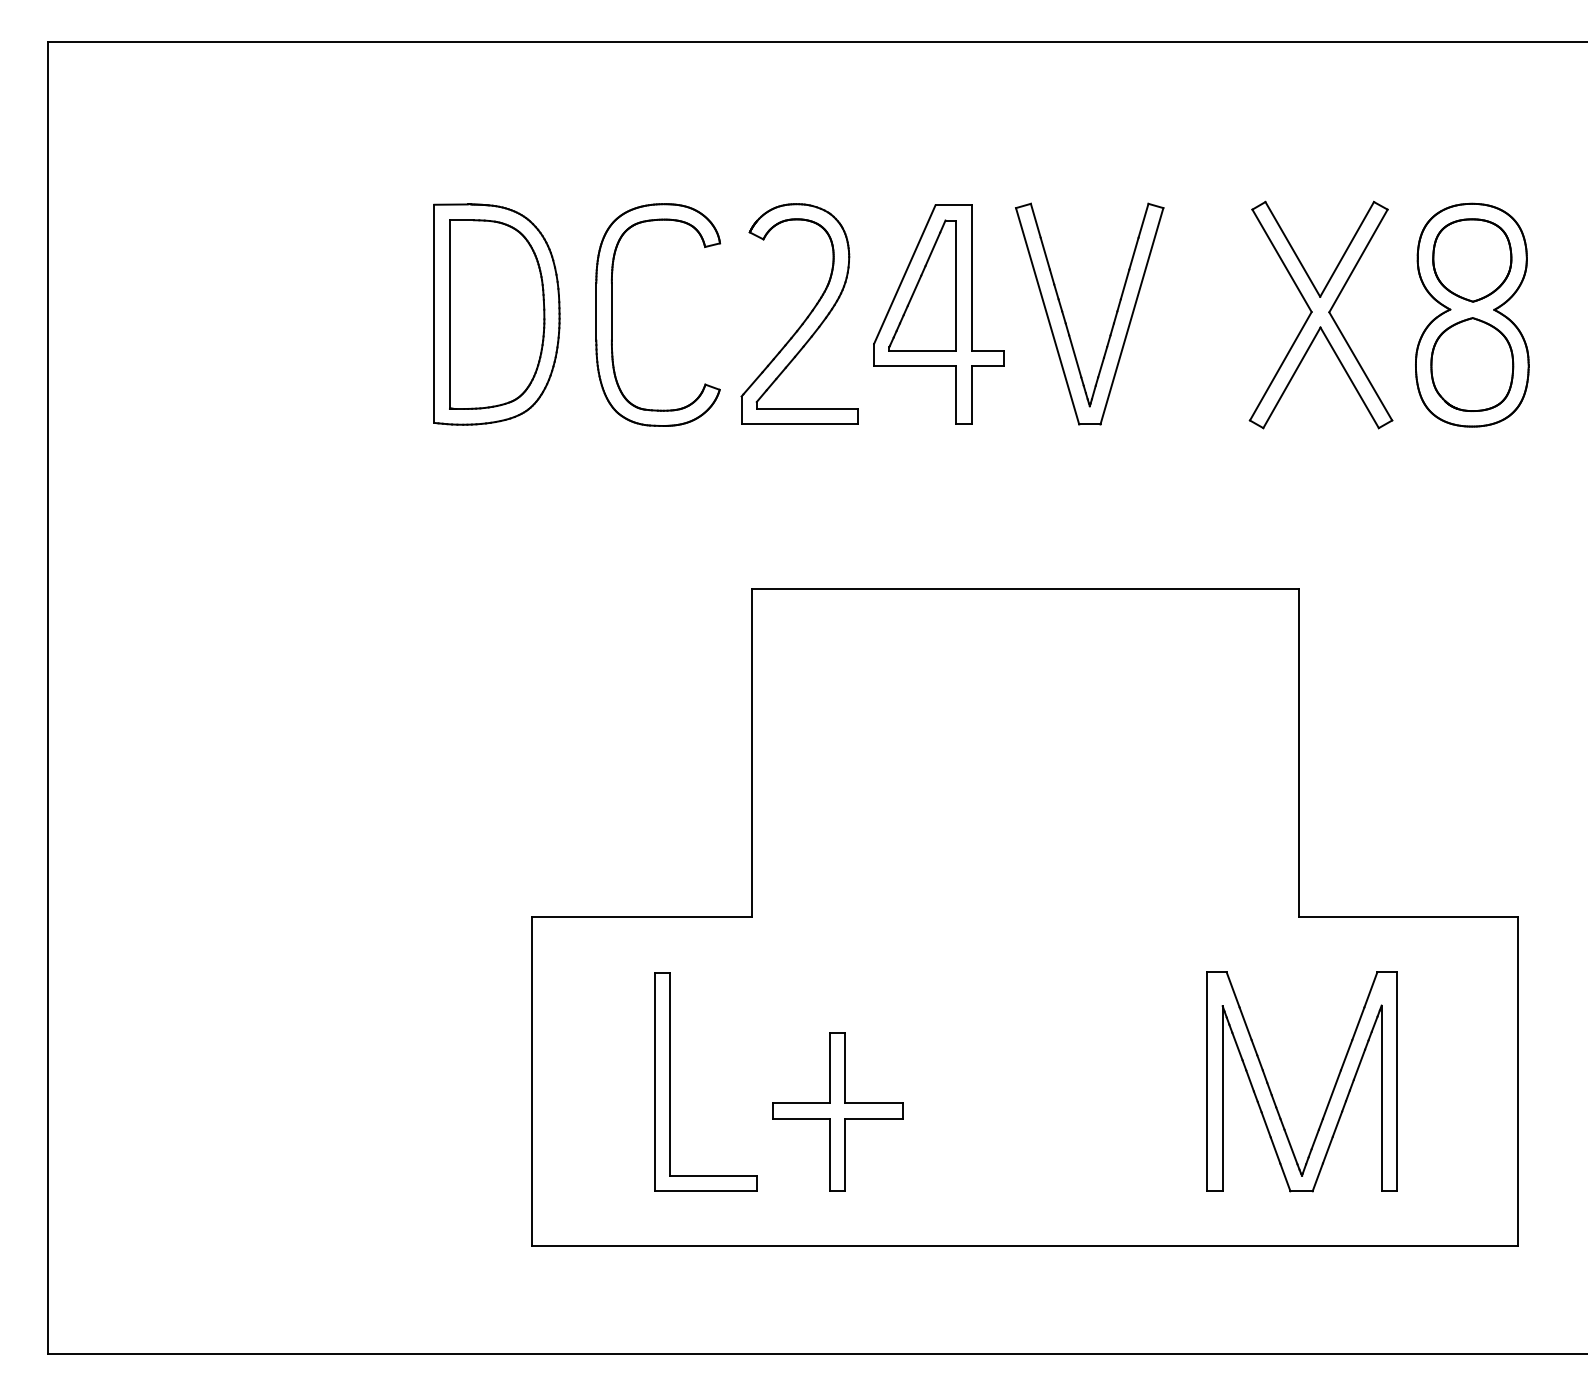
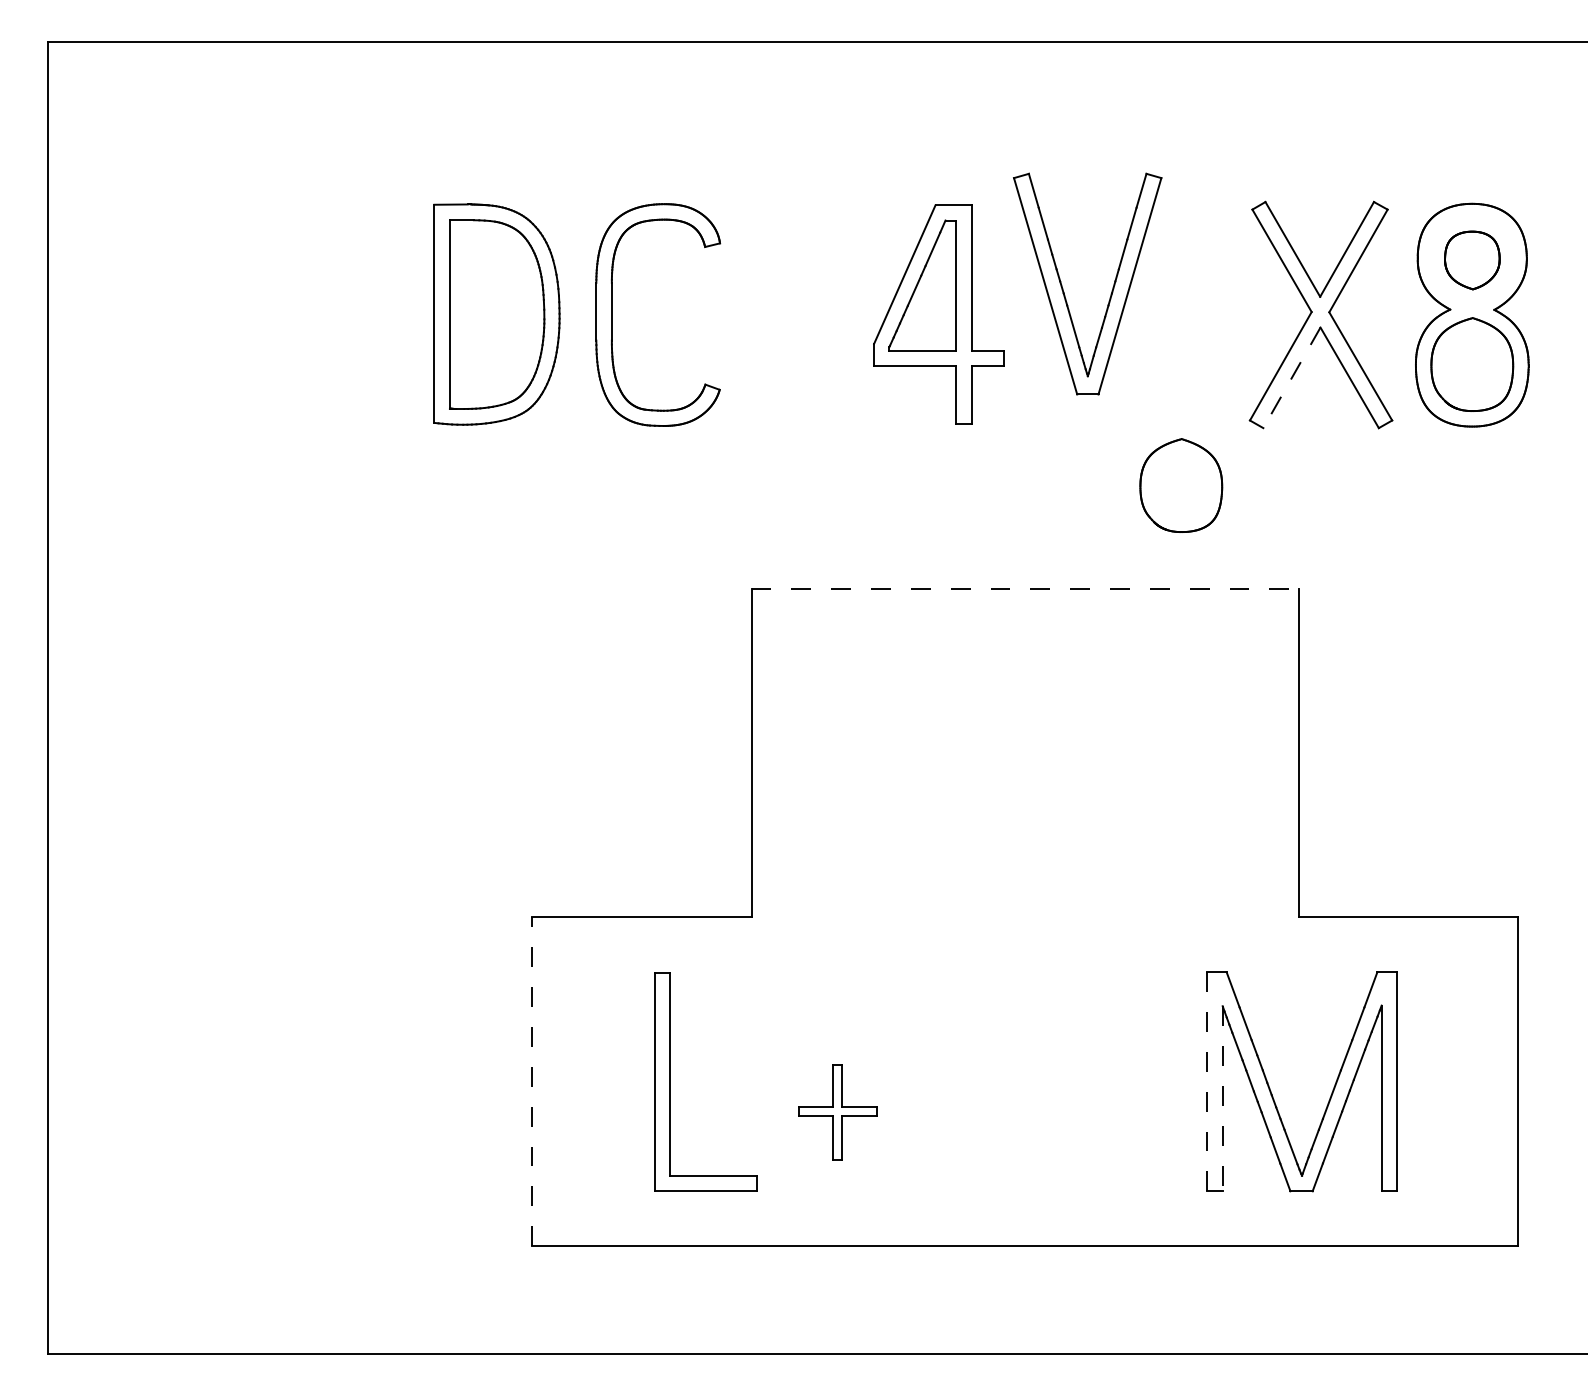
part at (1472, 260) size: 81x85 px -> 57x61 px
part at (805, 318): present -> none
part at (1066, 321) position: (1066, 321) -> (1064, 291)
line at (1291, 377): solid -> dashed
part at (1181, 485): none -> present
line at (1025, 588): solid -> dashed
line at (532, 1081): solid -> dashed
line at (1207, 1081): solid -> dashed
line at (1222, 1098): solid -> dashed
part at (837, 1111) size: 132x160 px -> 80x97 px
